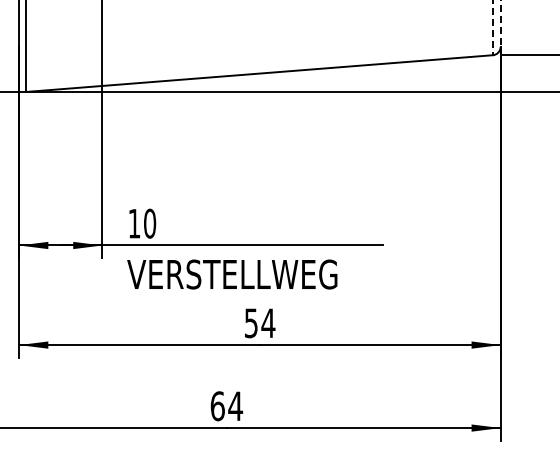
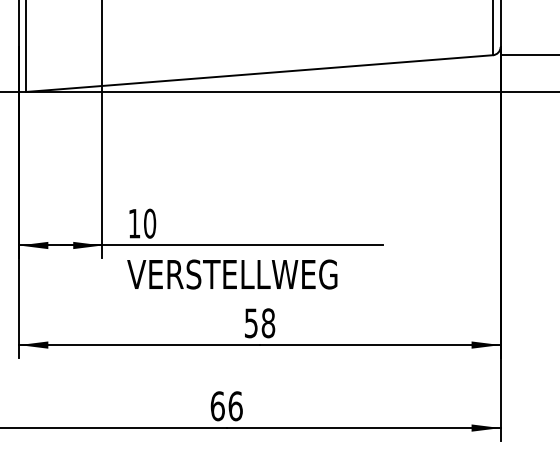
line at (500, 23): dashed -> solid
line at (492, 28): dashed -> solid
text at (268, 323): 54 -> 58
text at (235, 406): 64 -> 66
